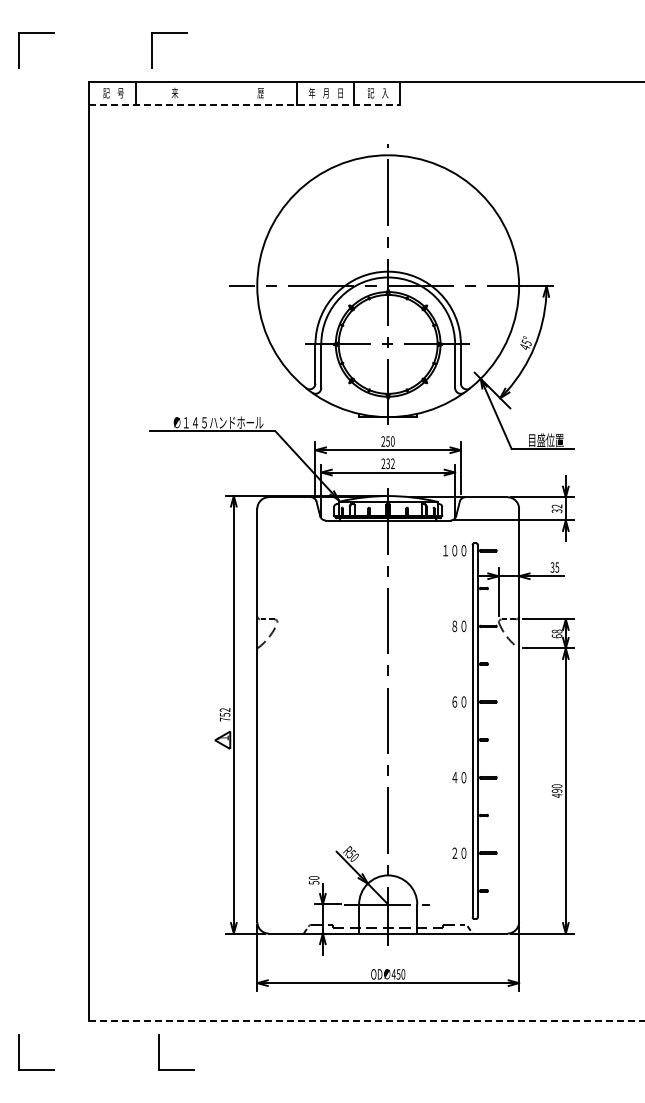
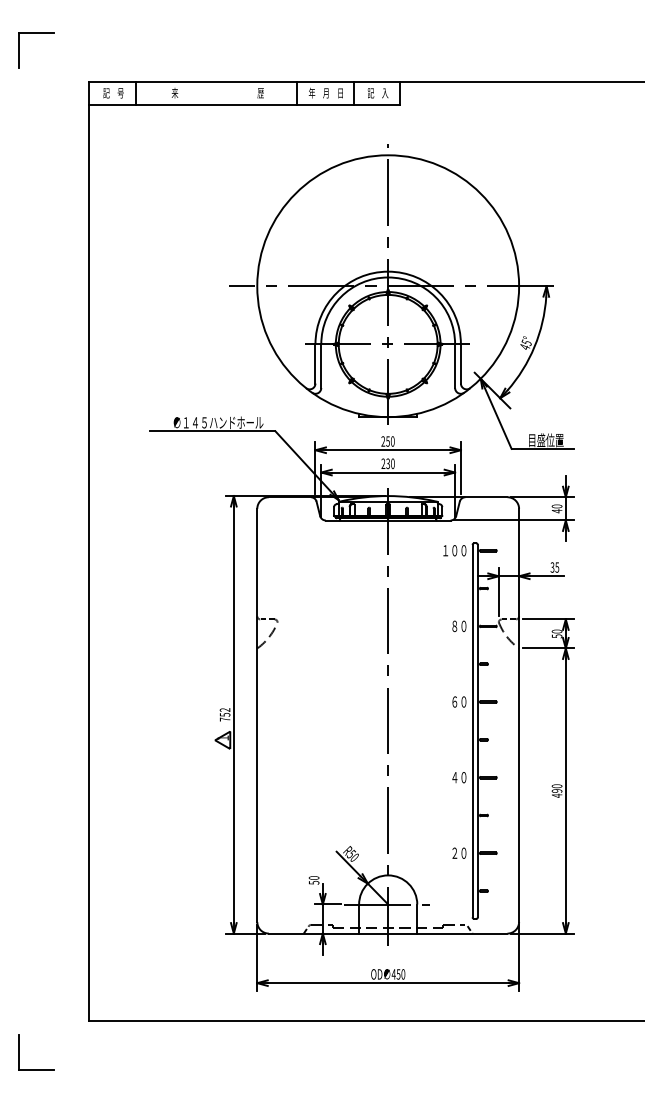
part at (169, 33): present -> none
line at (244, 104): dashed -> solid
text at (392, 463): 232 -> 230
text at (556, 508): 32 -> 40
text at (557, 633): 68 -> 50
line at (367, 1021): dashed -> solid
part at (159, 1052): present -> none
